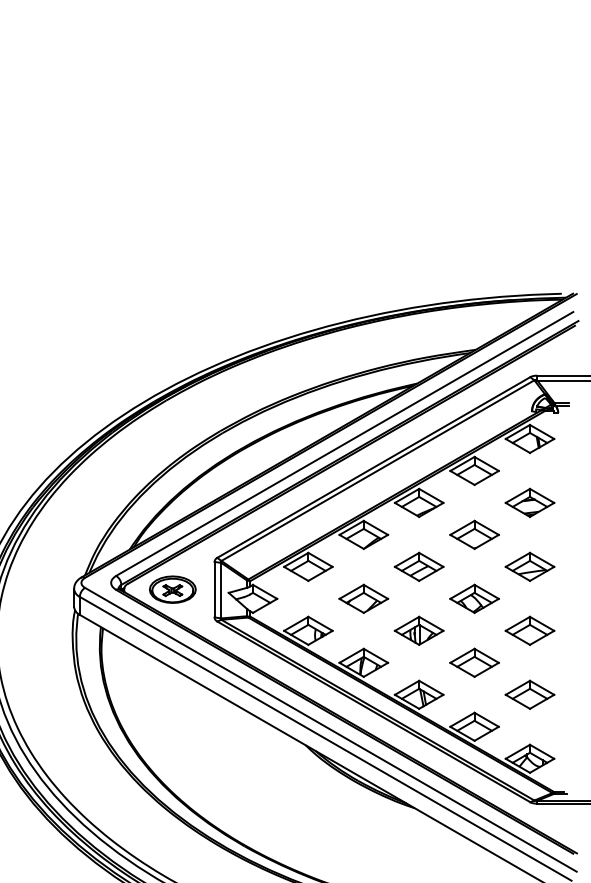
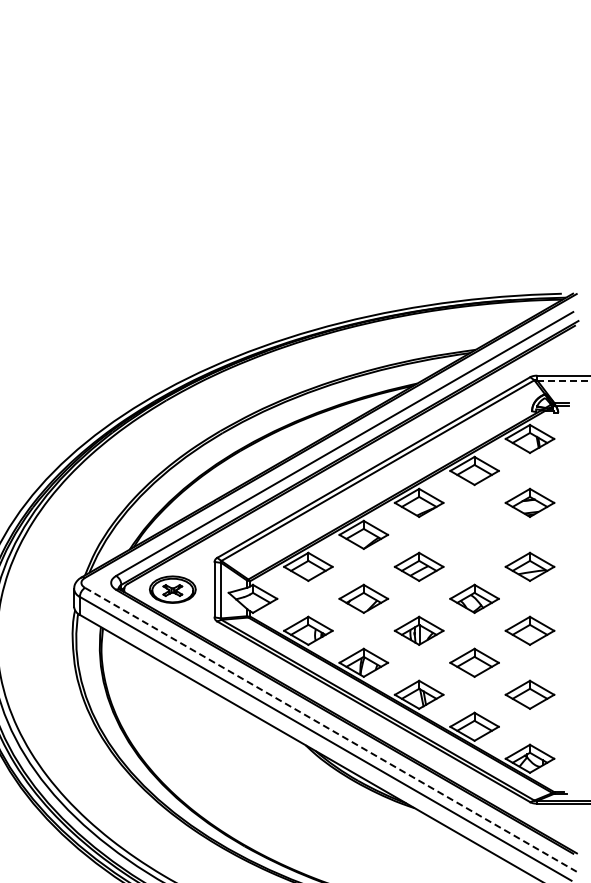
line at (564, 380): solid -> dashed
part at (474, 534): present -> none
line at (330, 729): solid -> dashed
